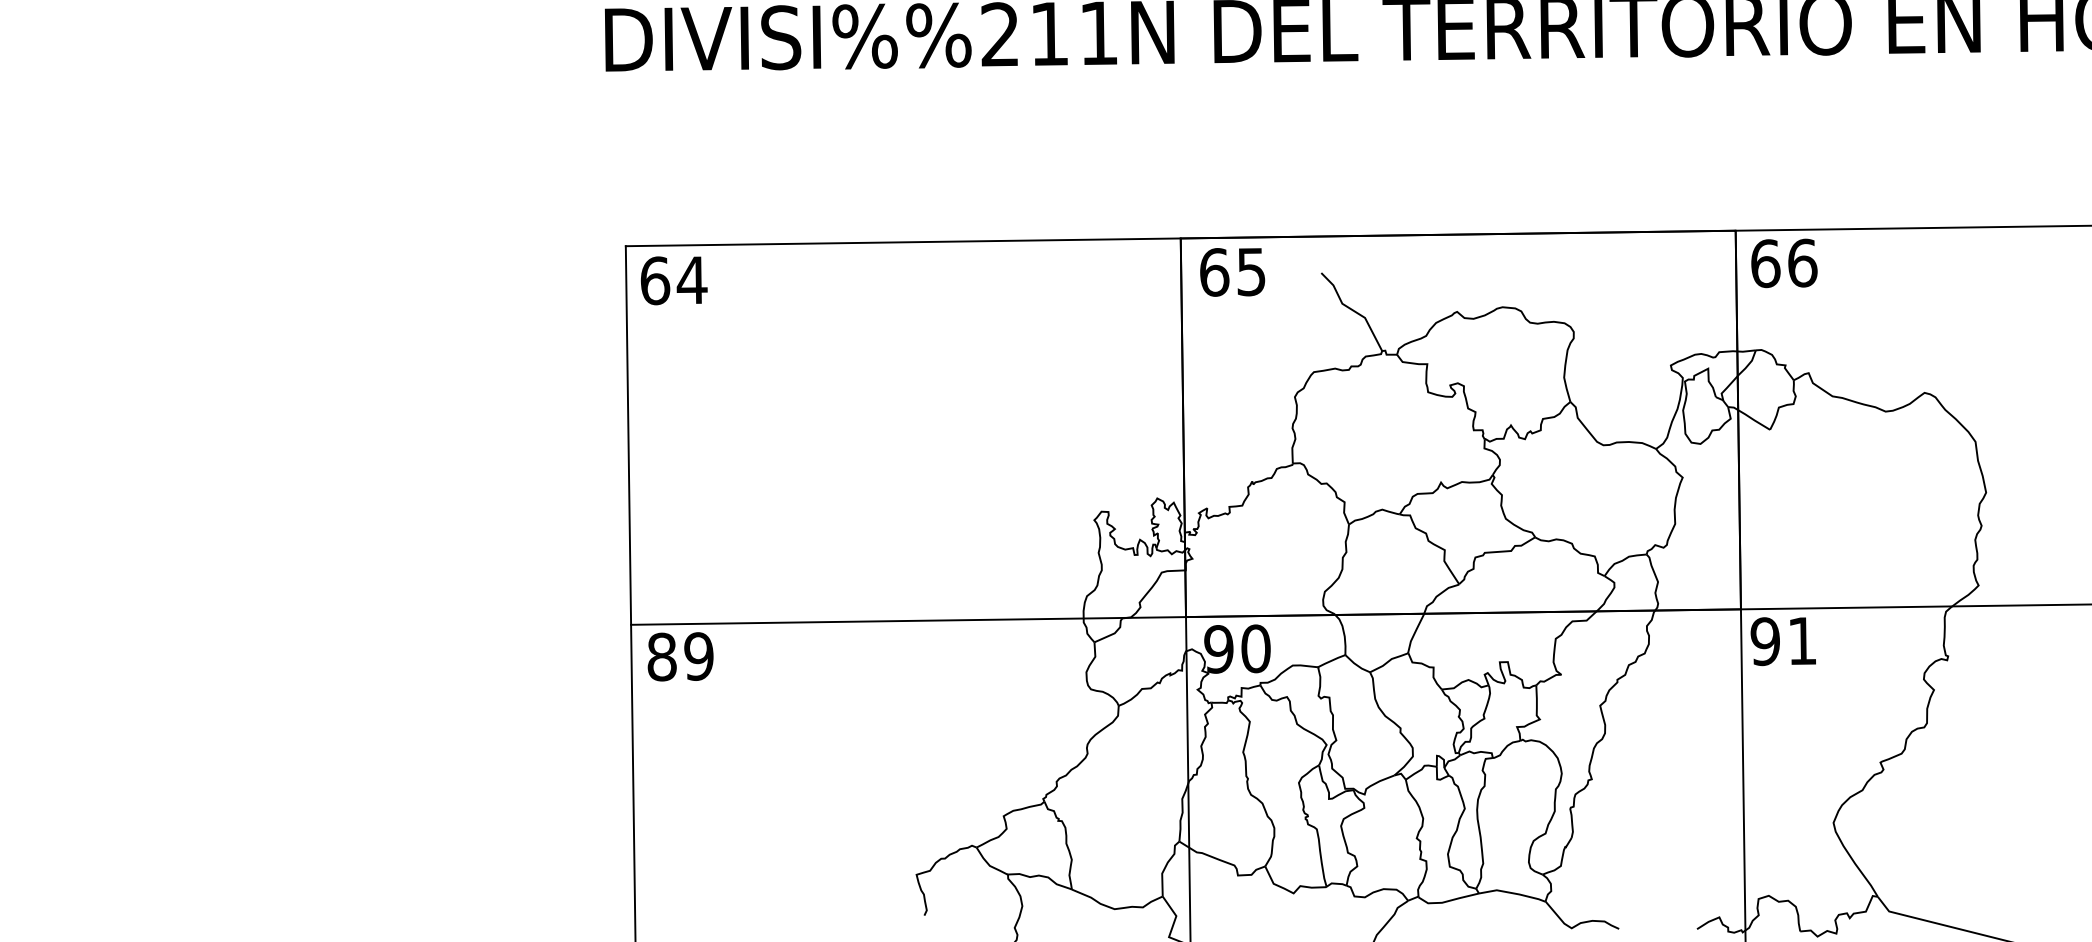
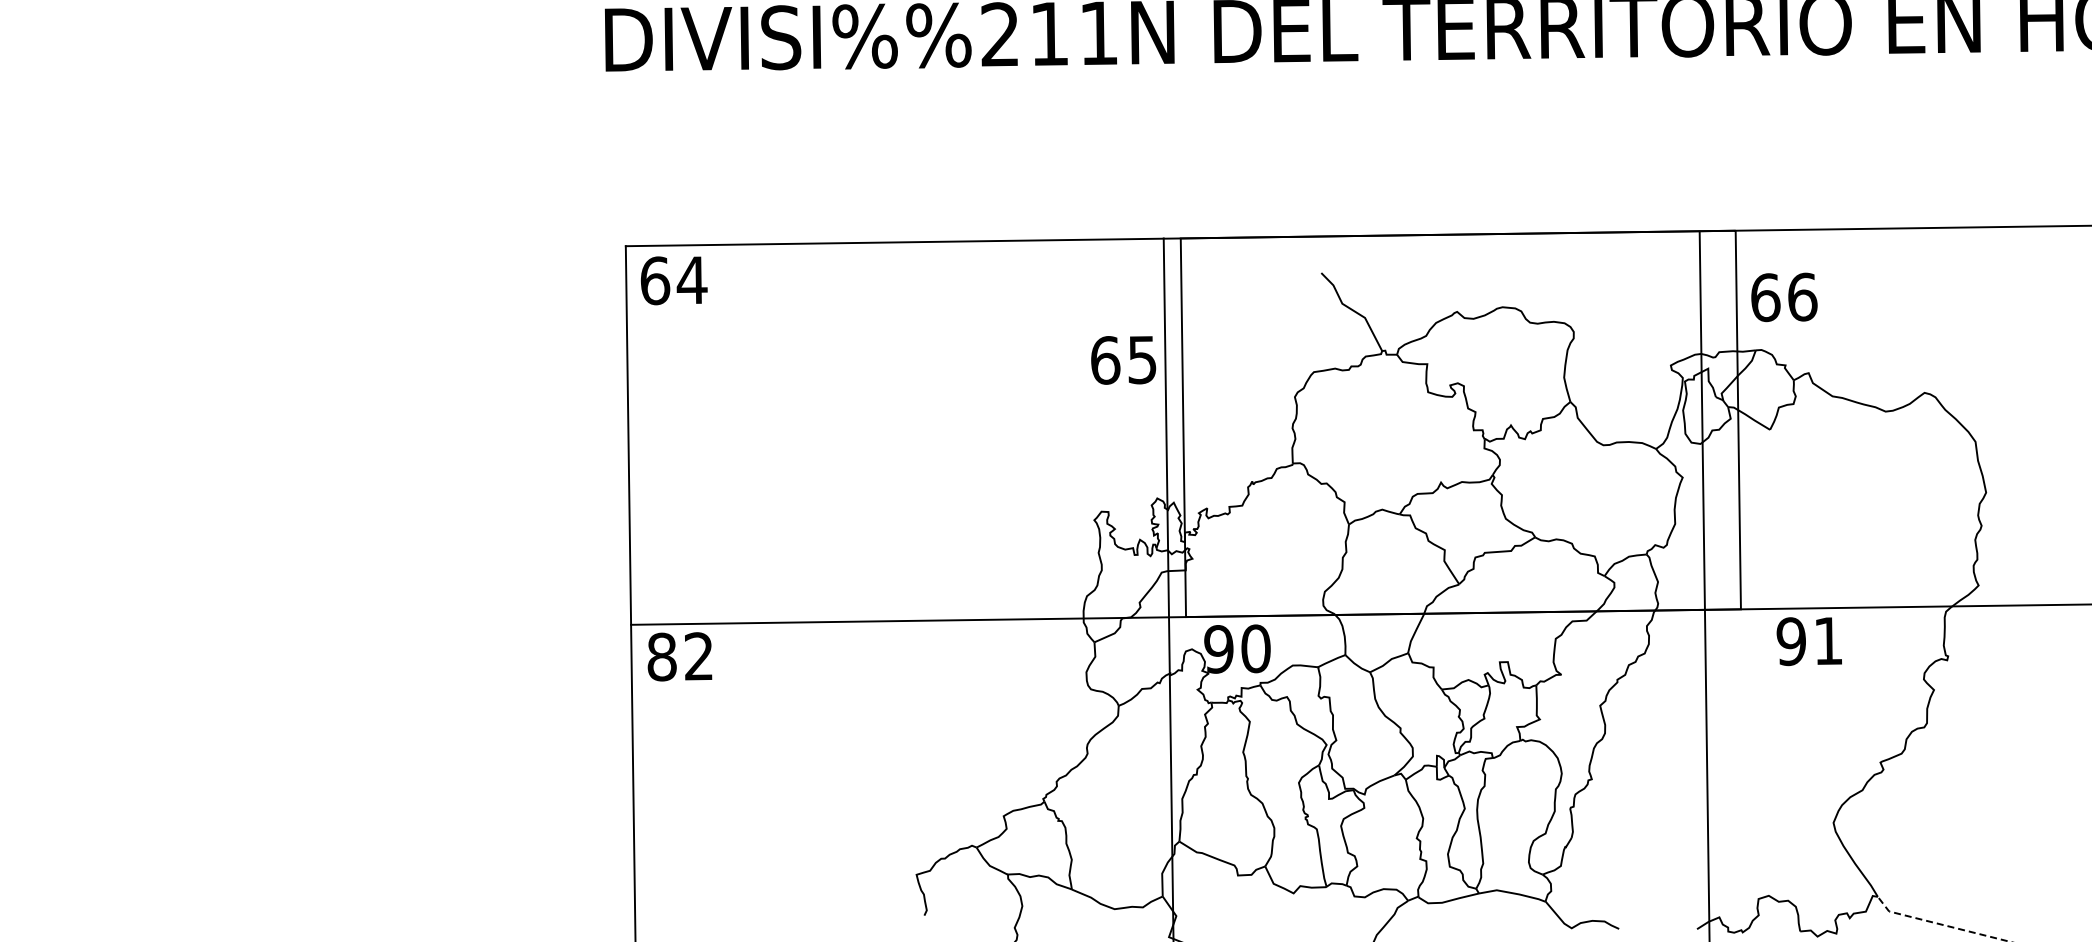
text at (1784, 263) position: (1784, 263) -> (1784, 297)
text at (1232, 272) position: (1232, 272) -> (1123, 360)
line at (1740, 584) position: (1740, 584) -> (1704, 584)
line at (1185, 588) position: (1185, 588) -> (1168, 588)
text at (1782, 641) position: (1782, 641) -> (1808, 641)
text at (698, 656): 89 -> 82
line at (1940, 924): solid -> dashed
